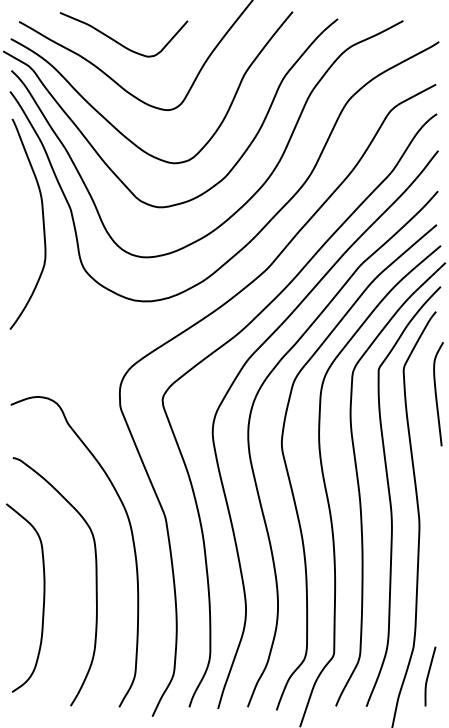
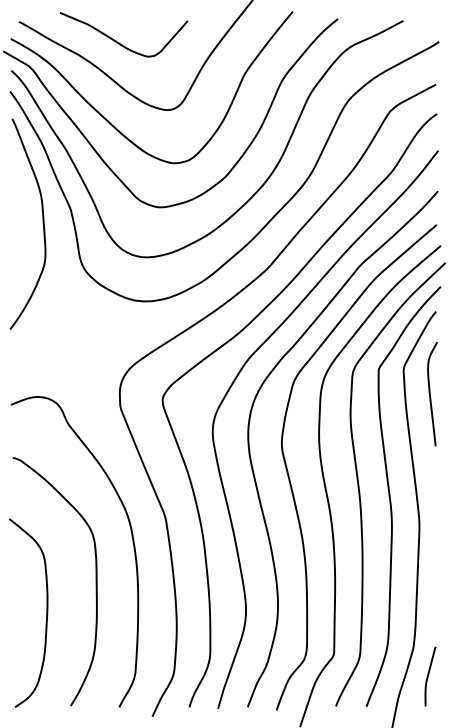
curve at (436, 394) position: (436, 394) -> (430, 394)
curve at (43, 597) position: (43, 597) -> (46, 612)
